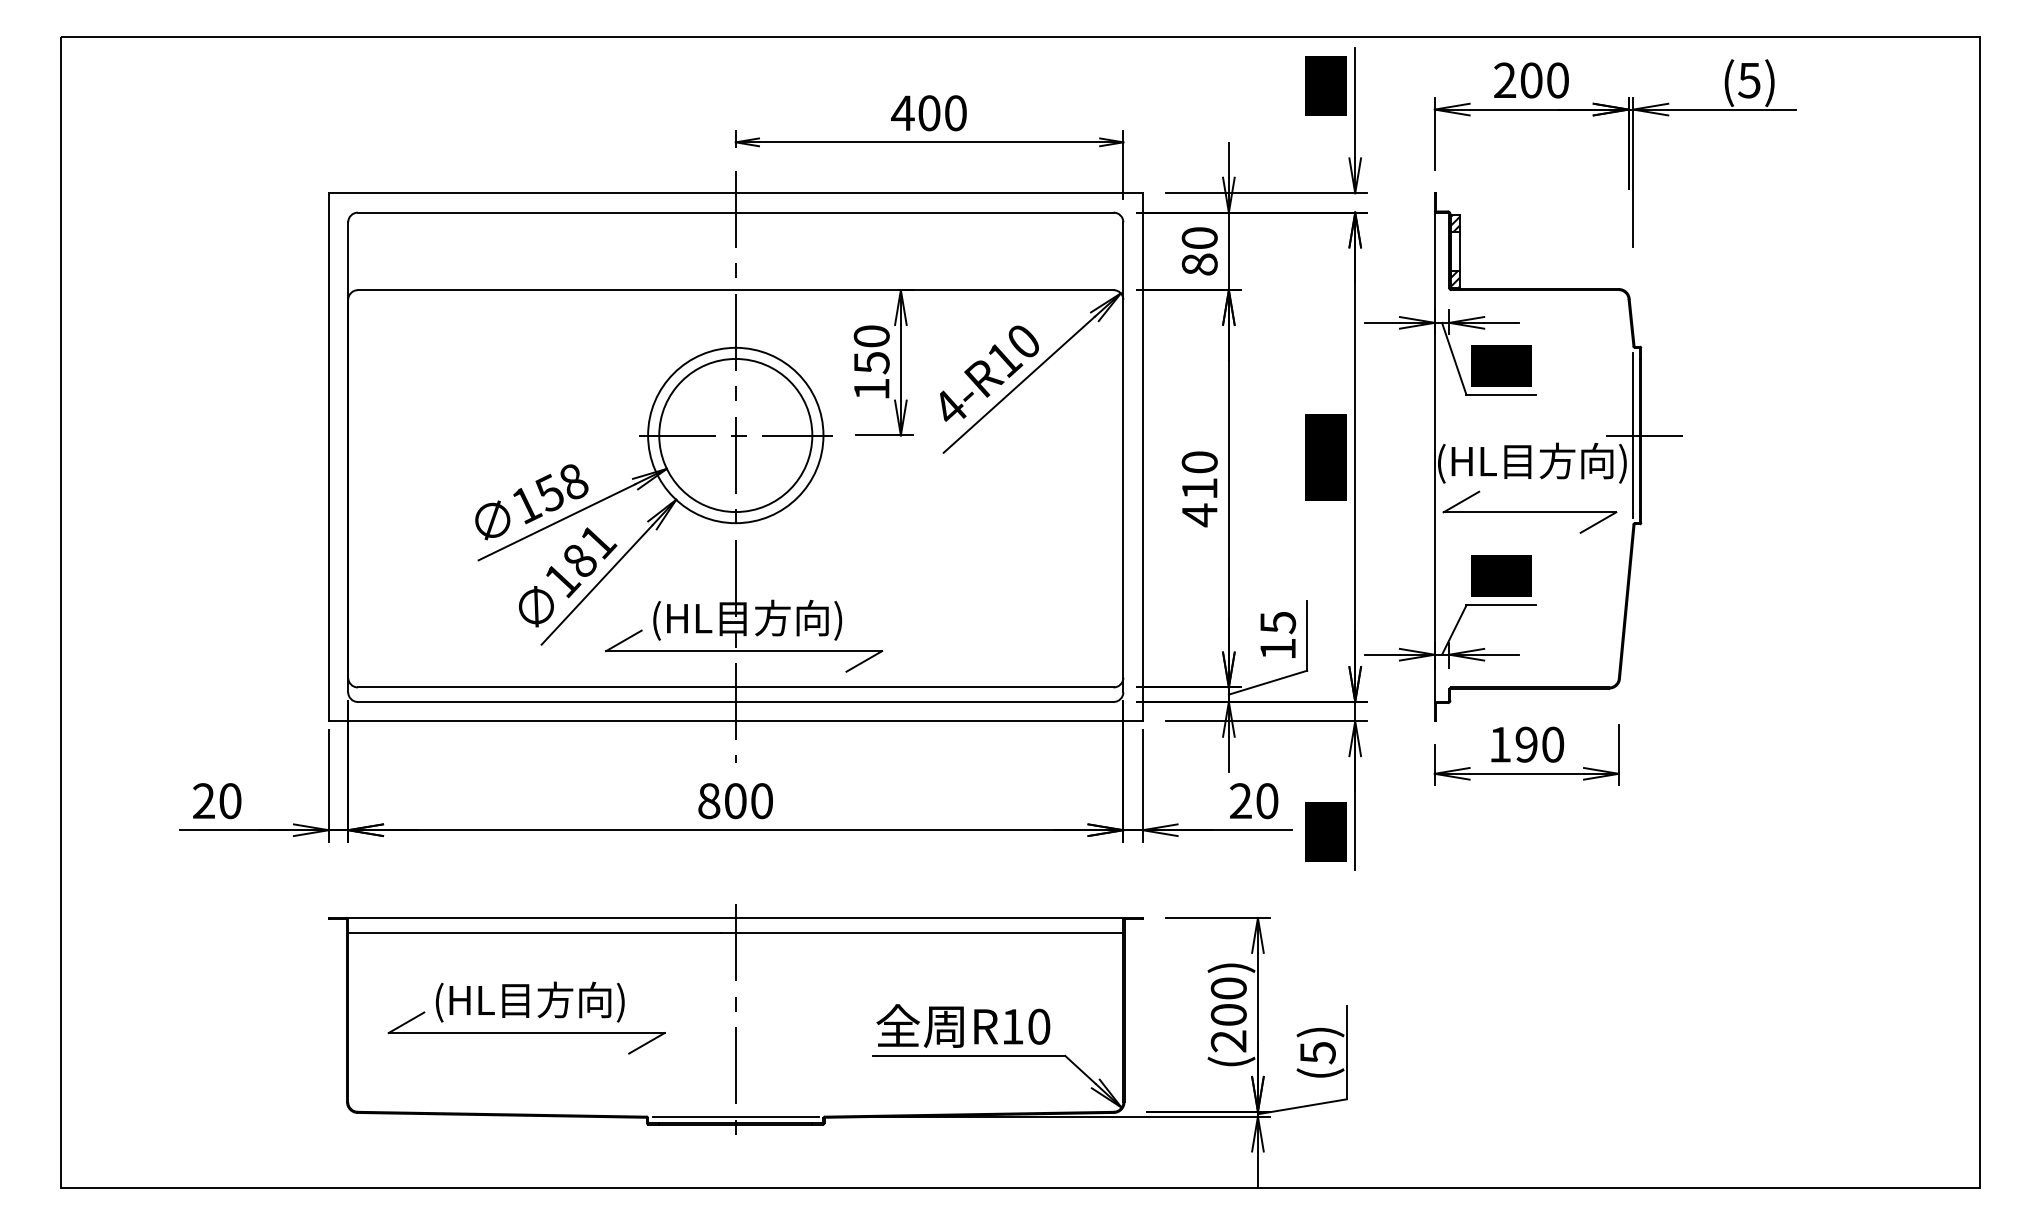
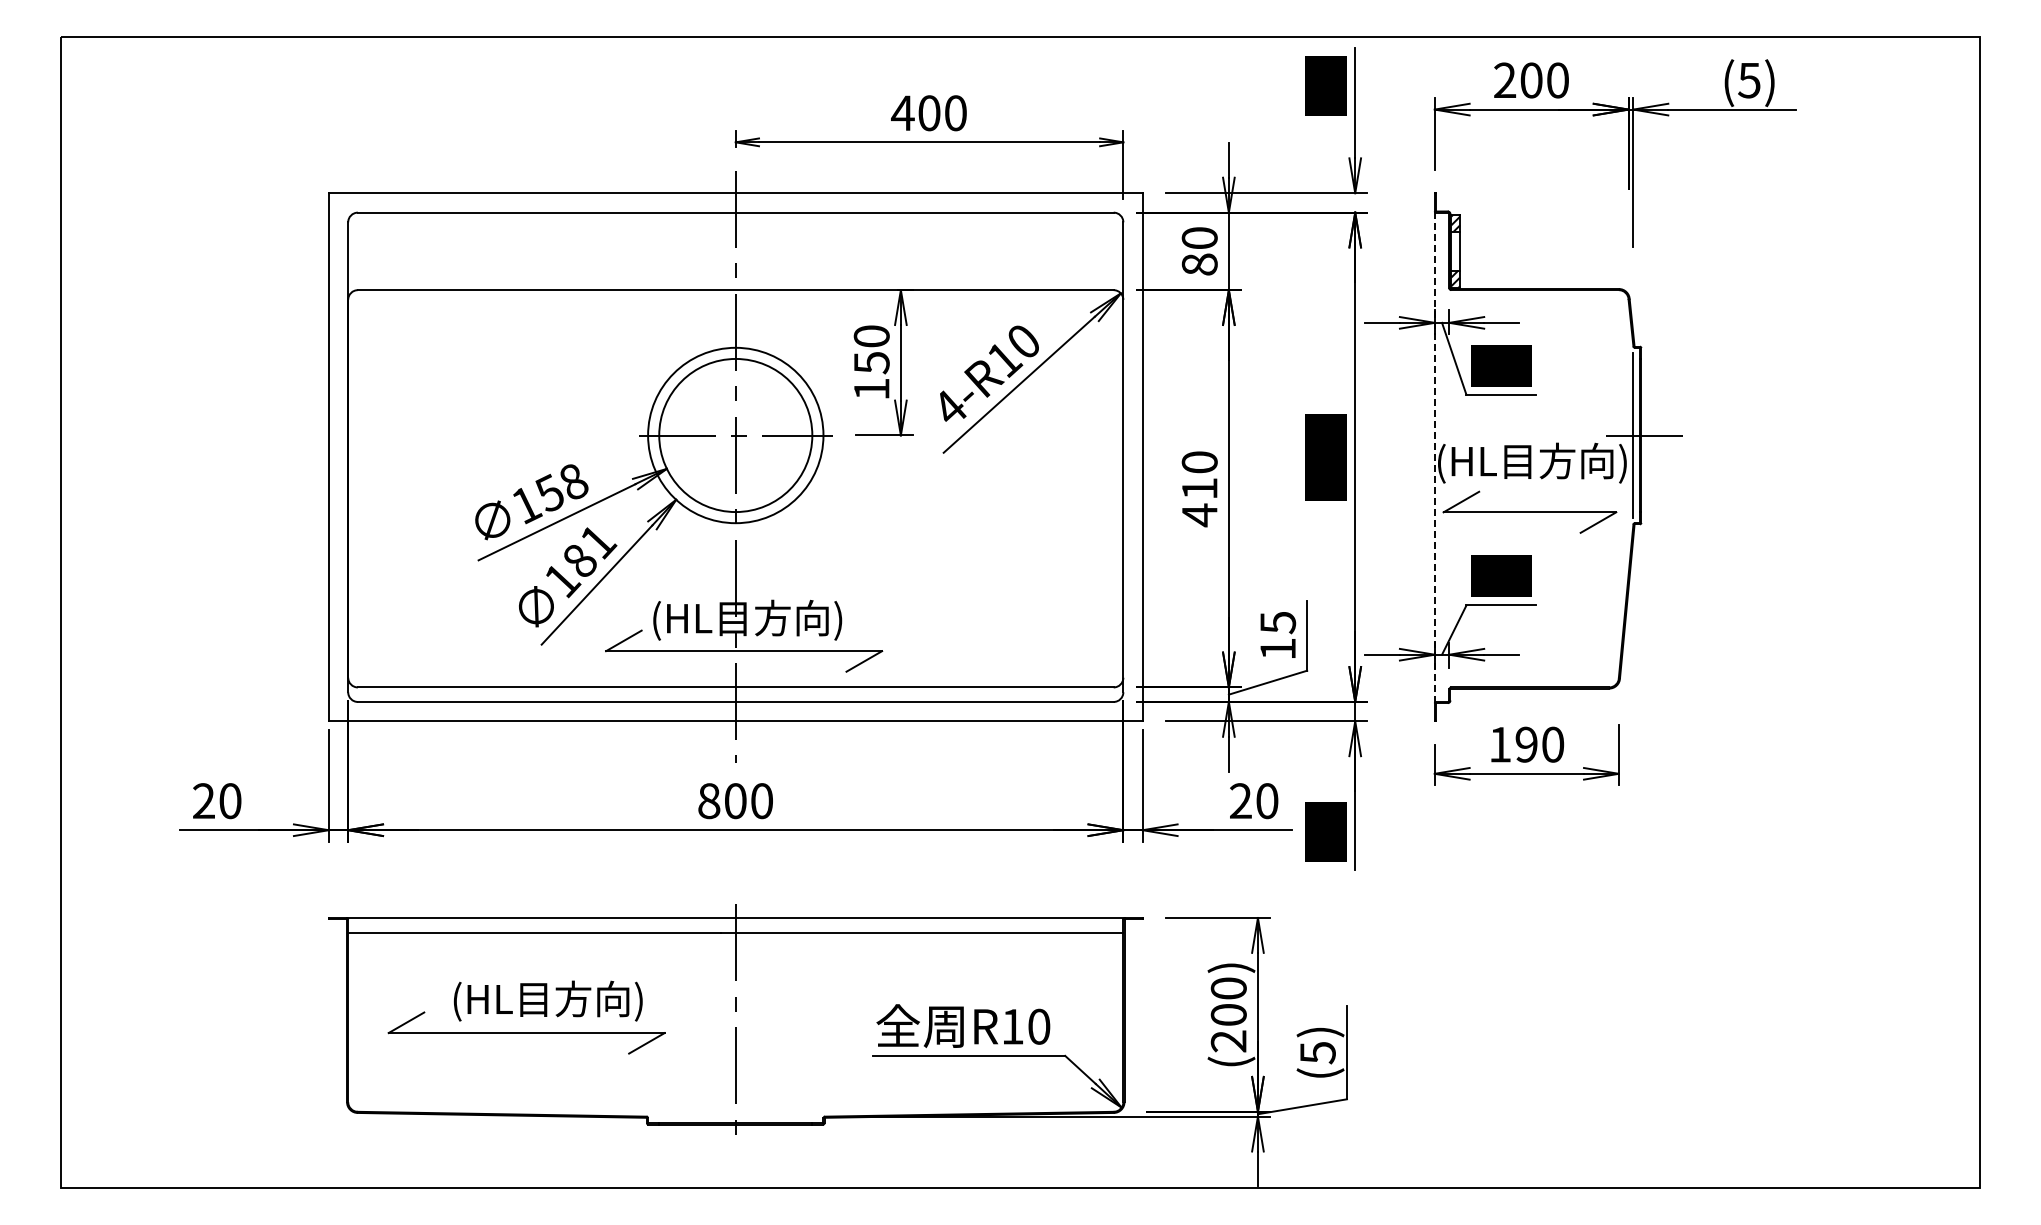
line at (1434, 456): solid -> dashed
text at (530, 1001) position: (530, 1001) -> (548, 1000)
line at (735, 1116): present -> none
